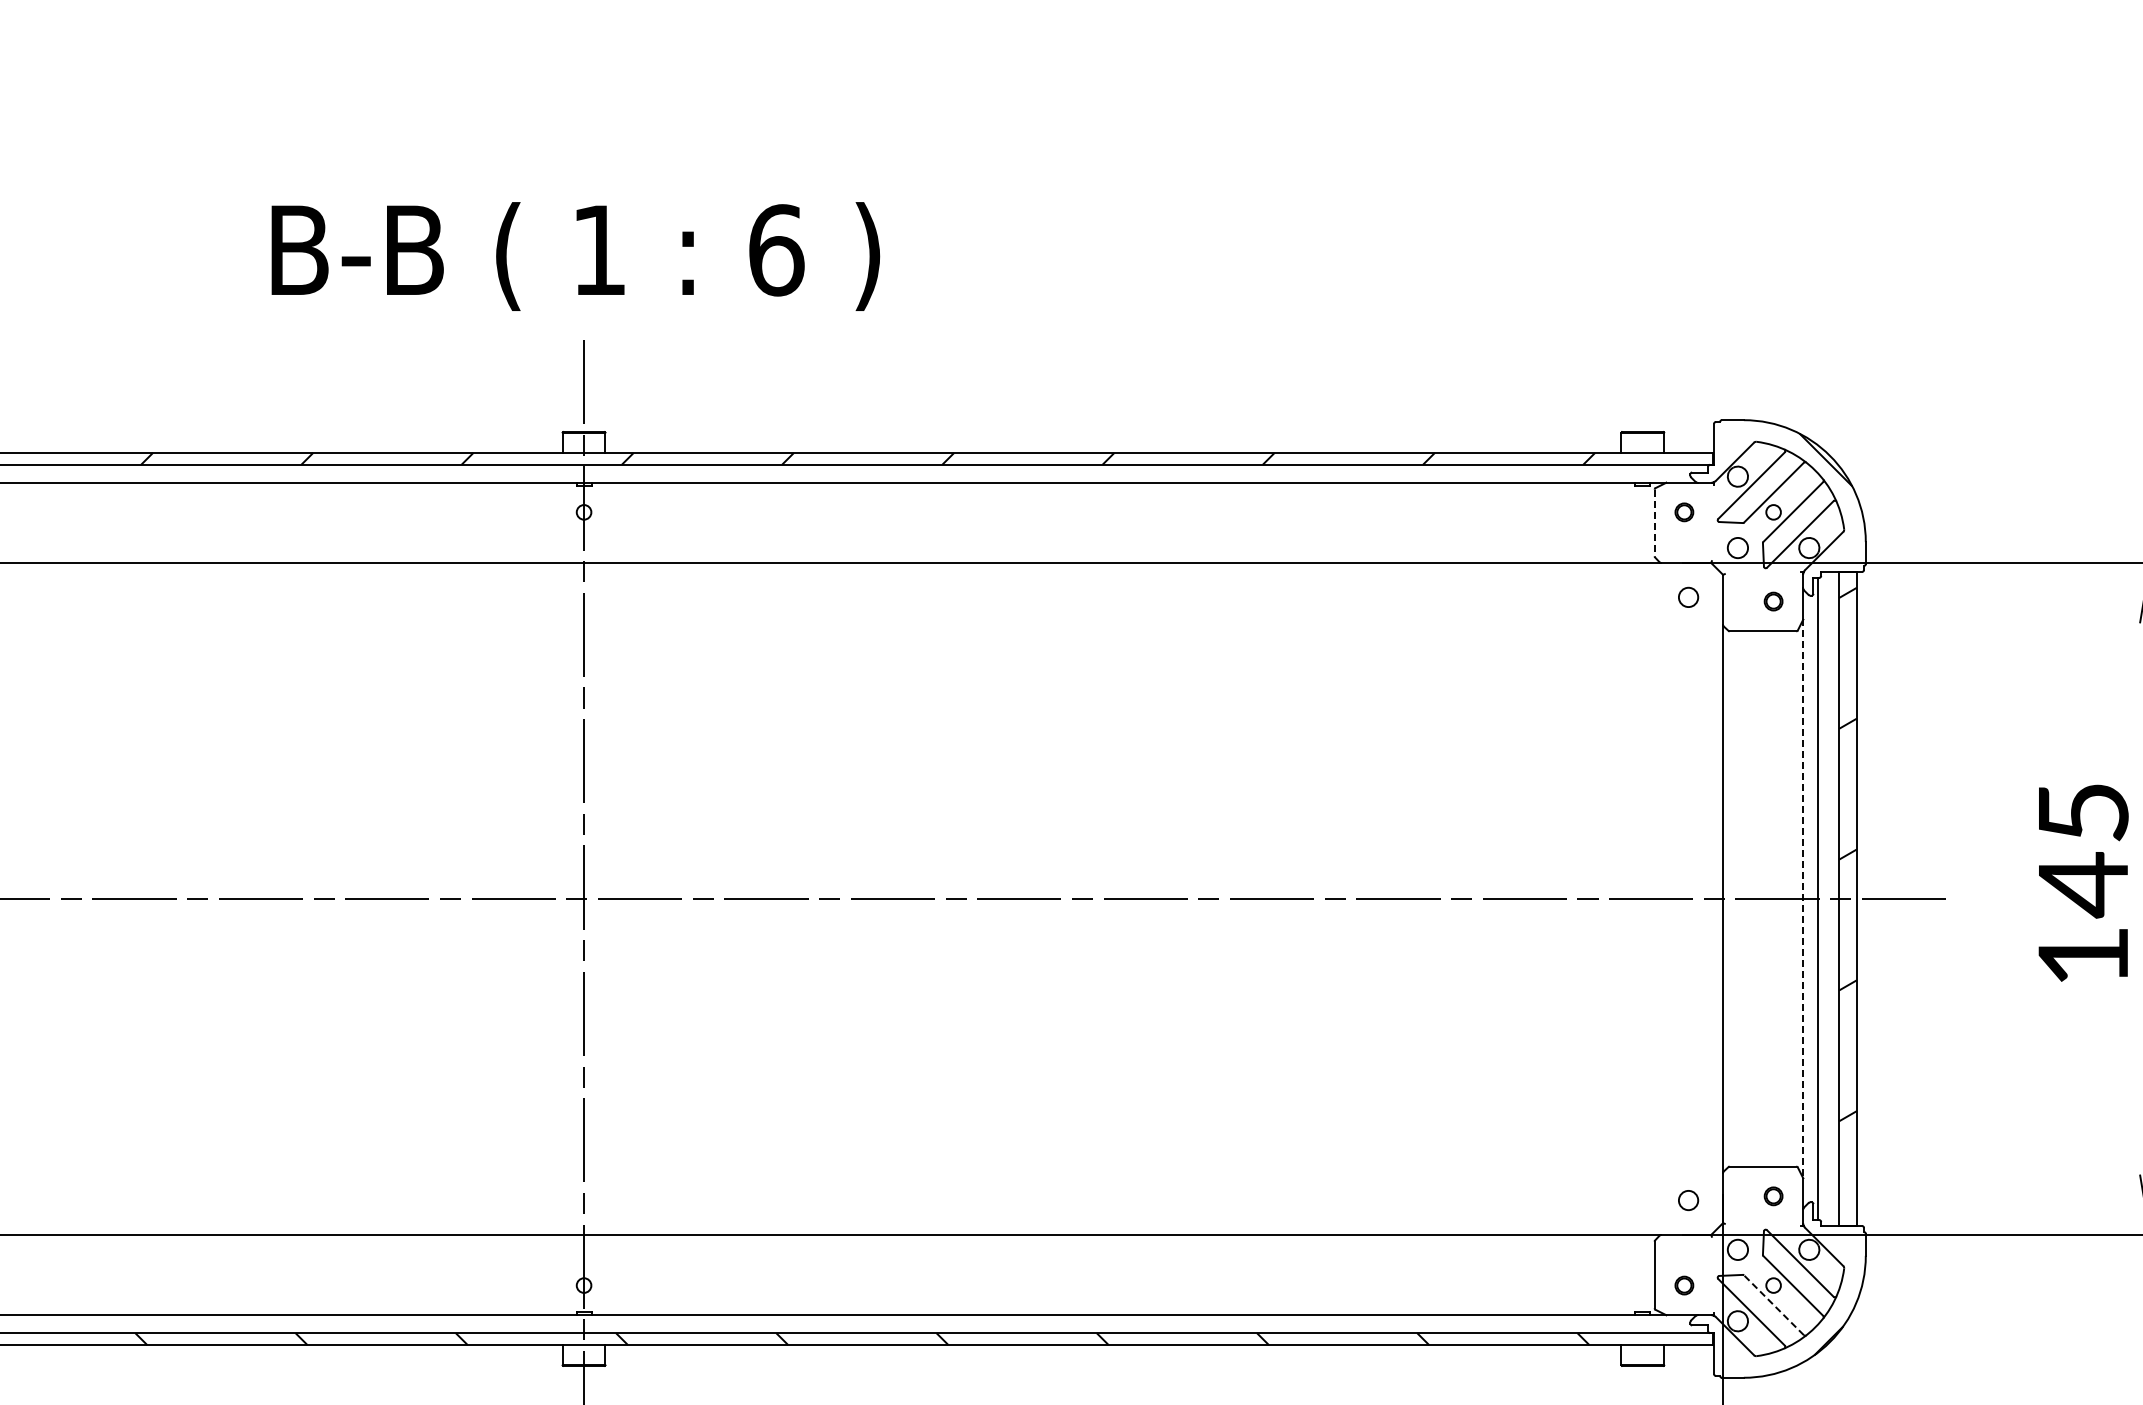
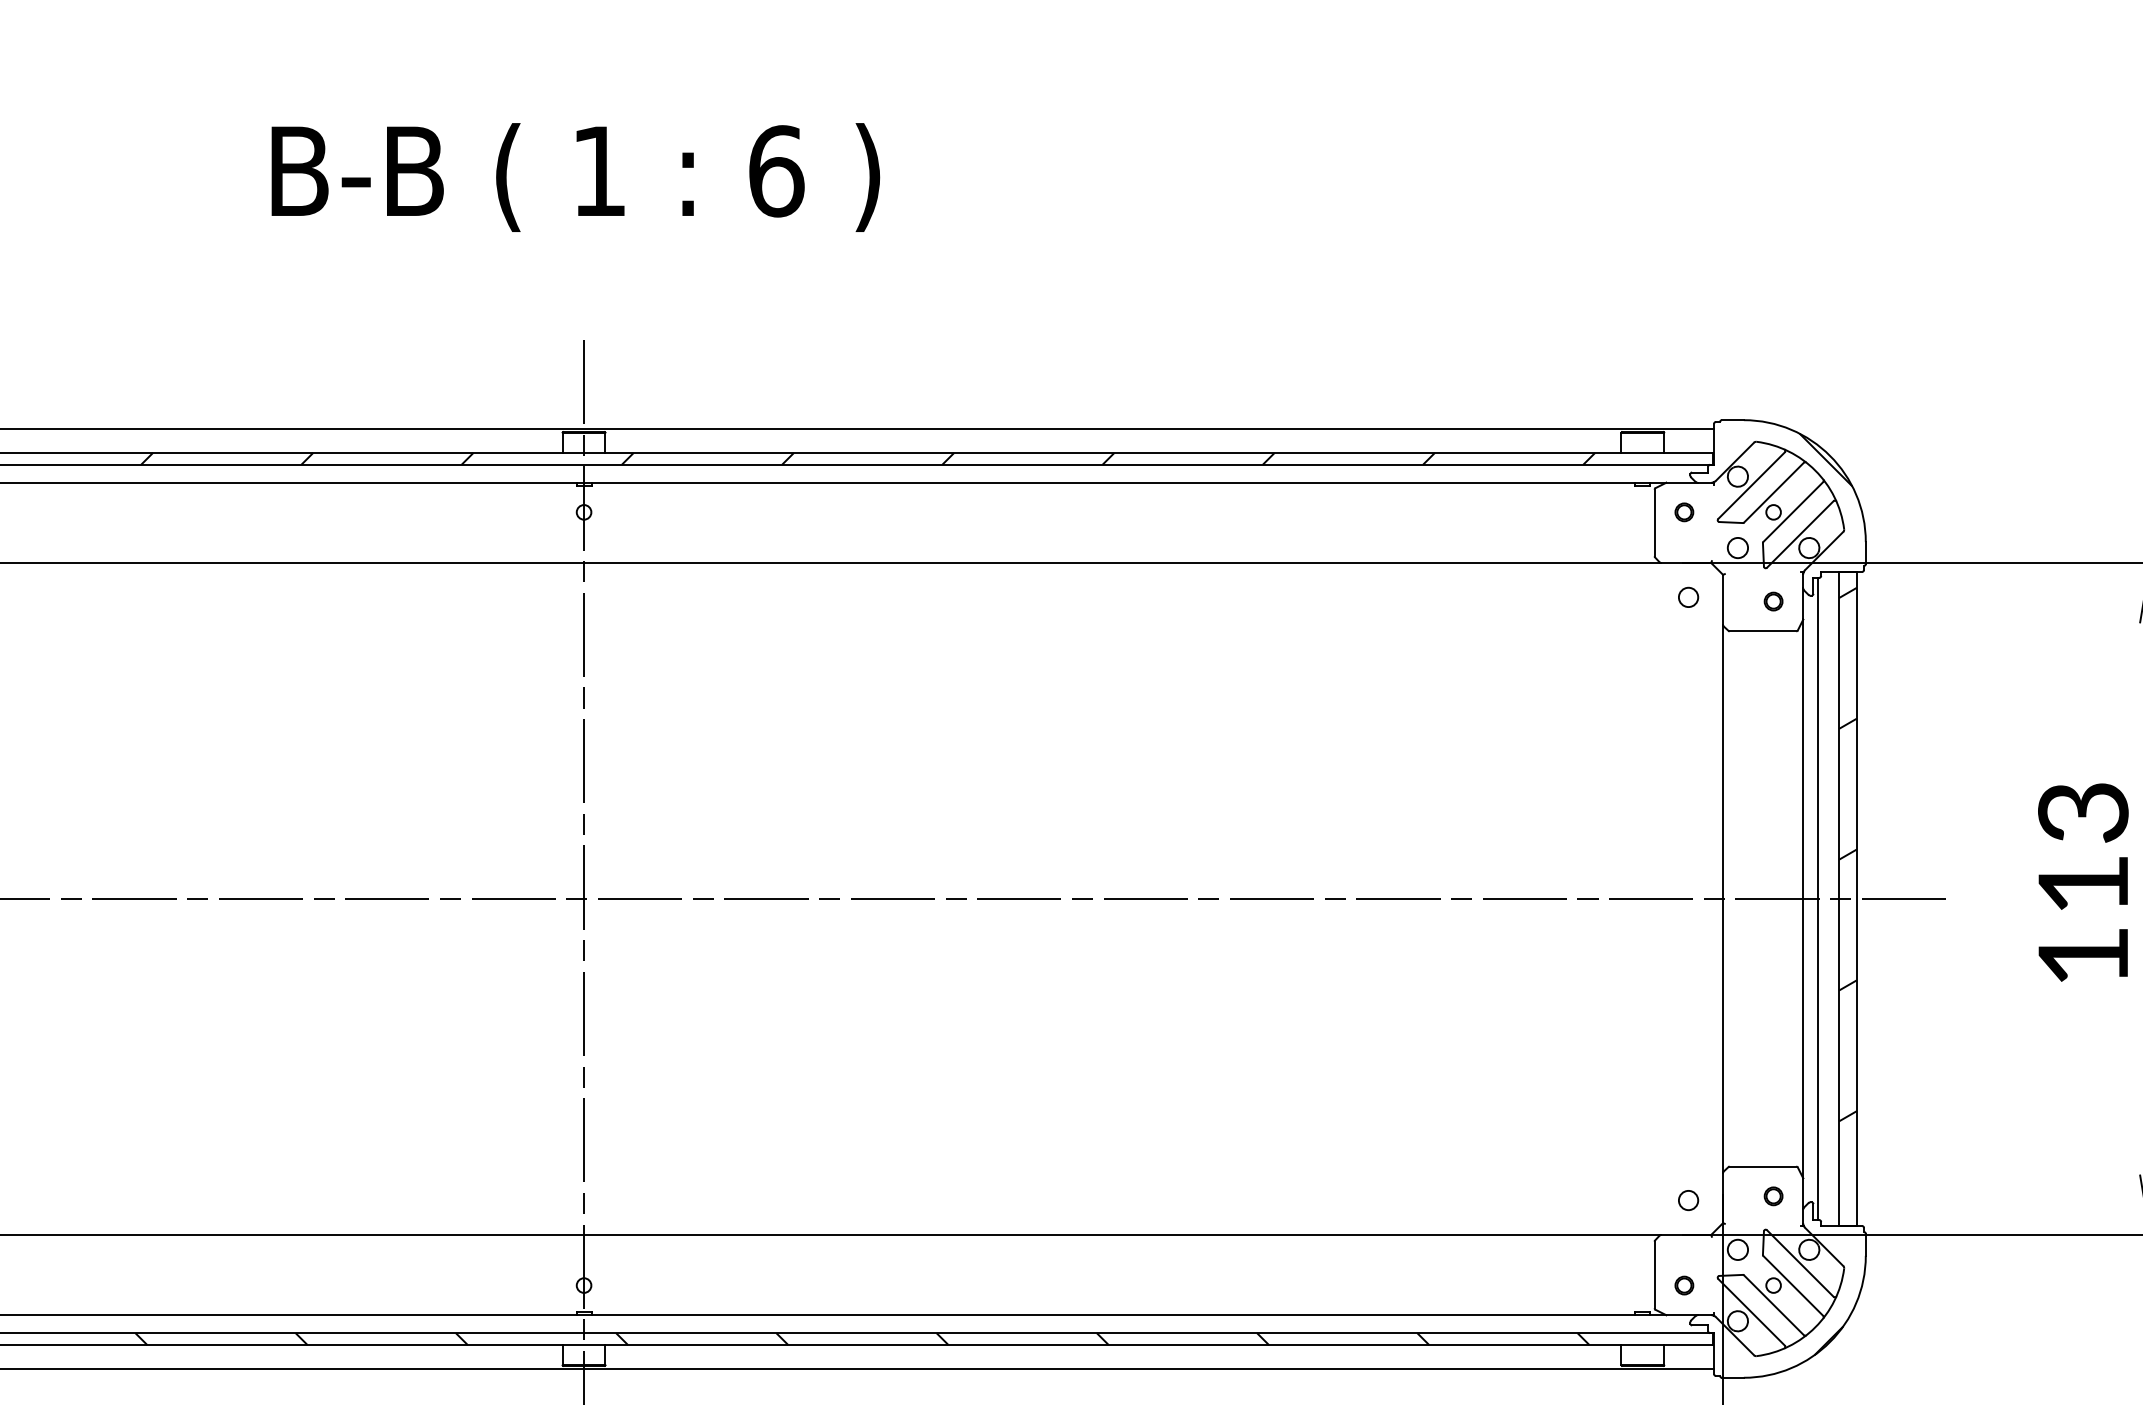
text at (575, 256) position: (575, 256) -> (575, 177)
line at (858, 429): none -> present
line at (1654, 523): dashed -> solid
text at (2083, 850): 145 -> 113
line at (1803, 898): dashed -> solid
line at (1773, 1304): dashed -> solid
line at (858, 1368): none -> present
